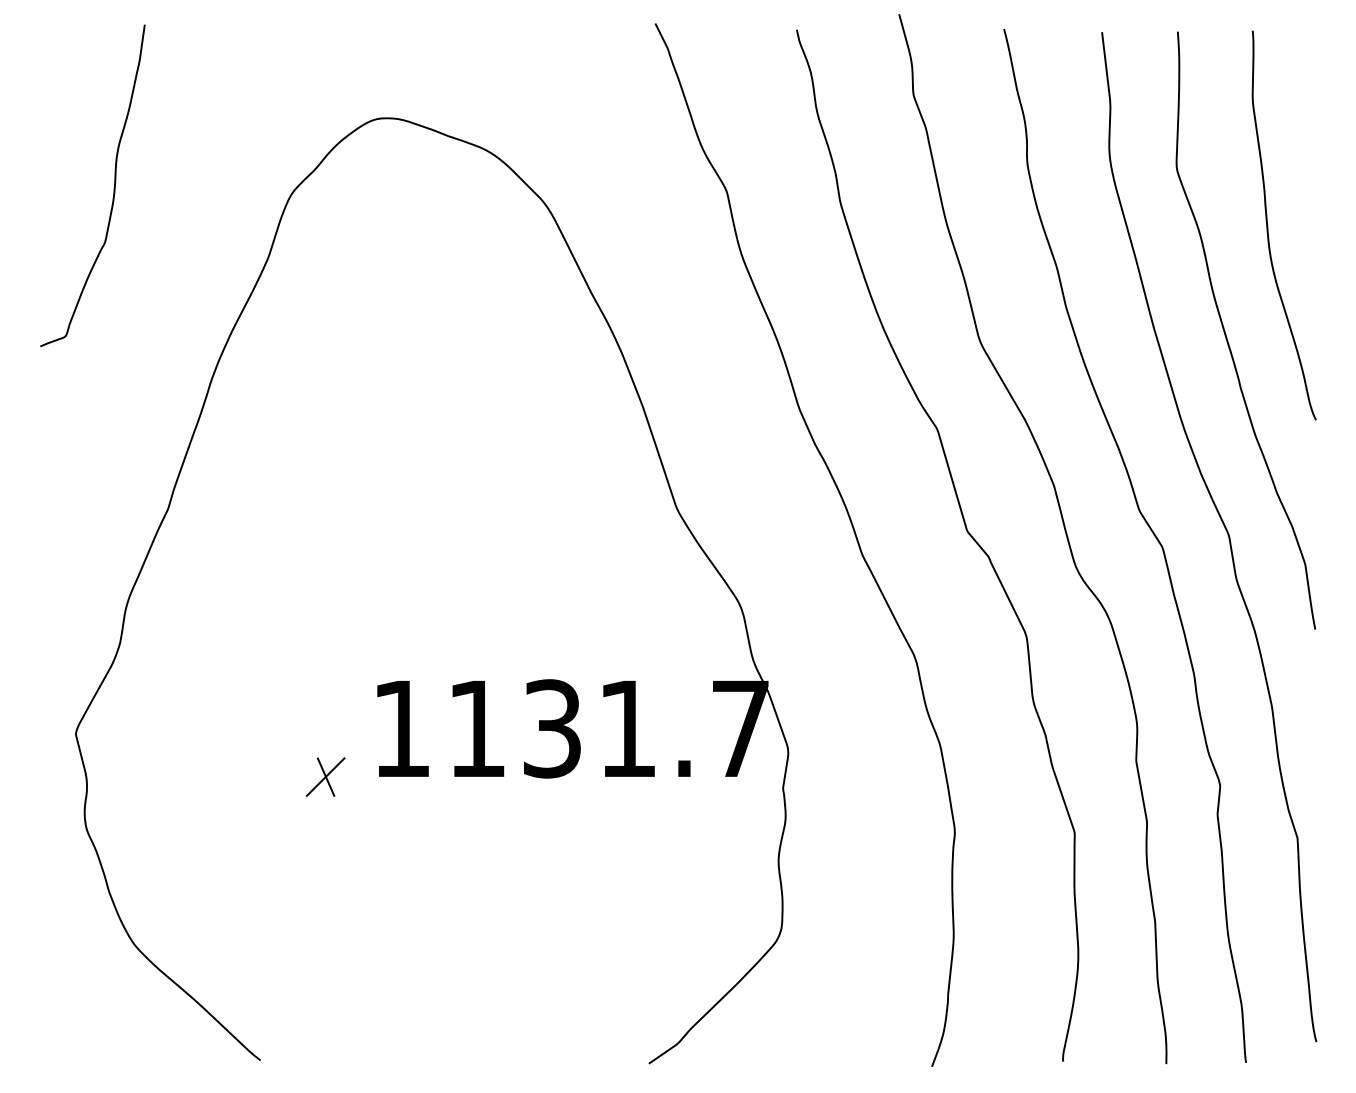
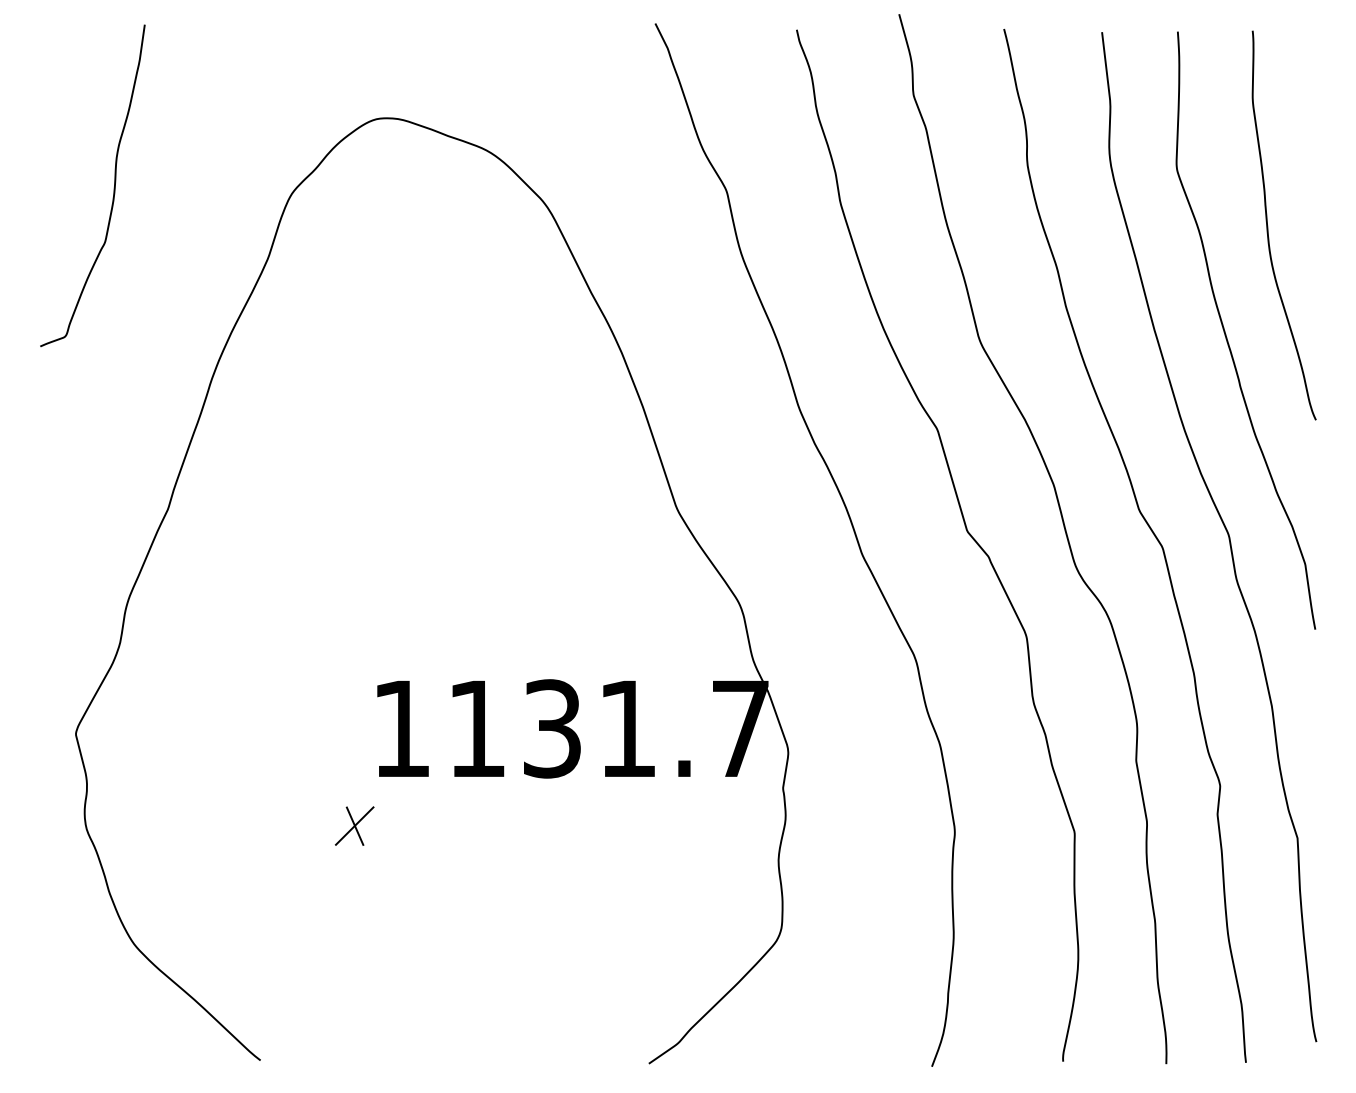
part at (325, 776) position: (325, 776) -> (354, 825)
